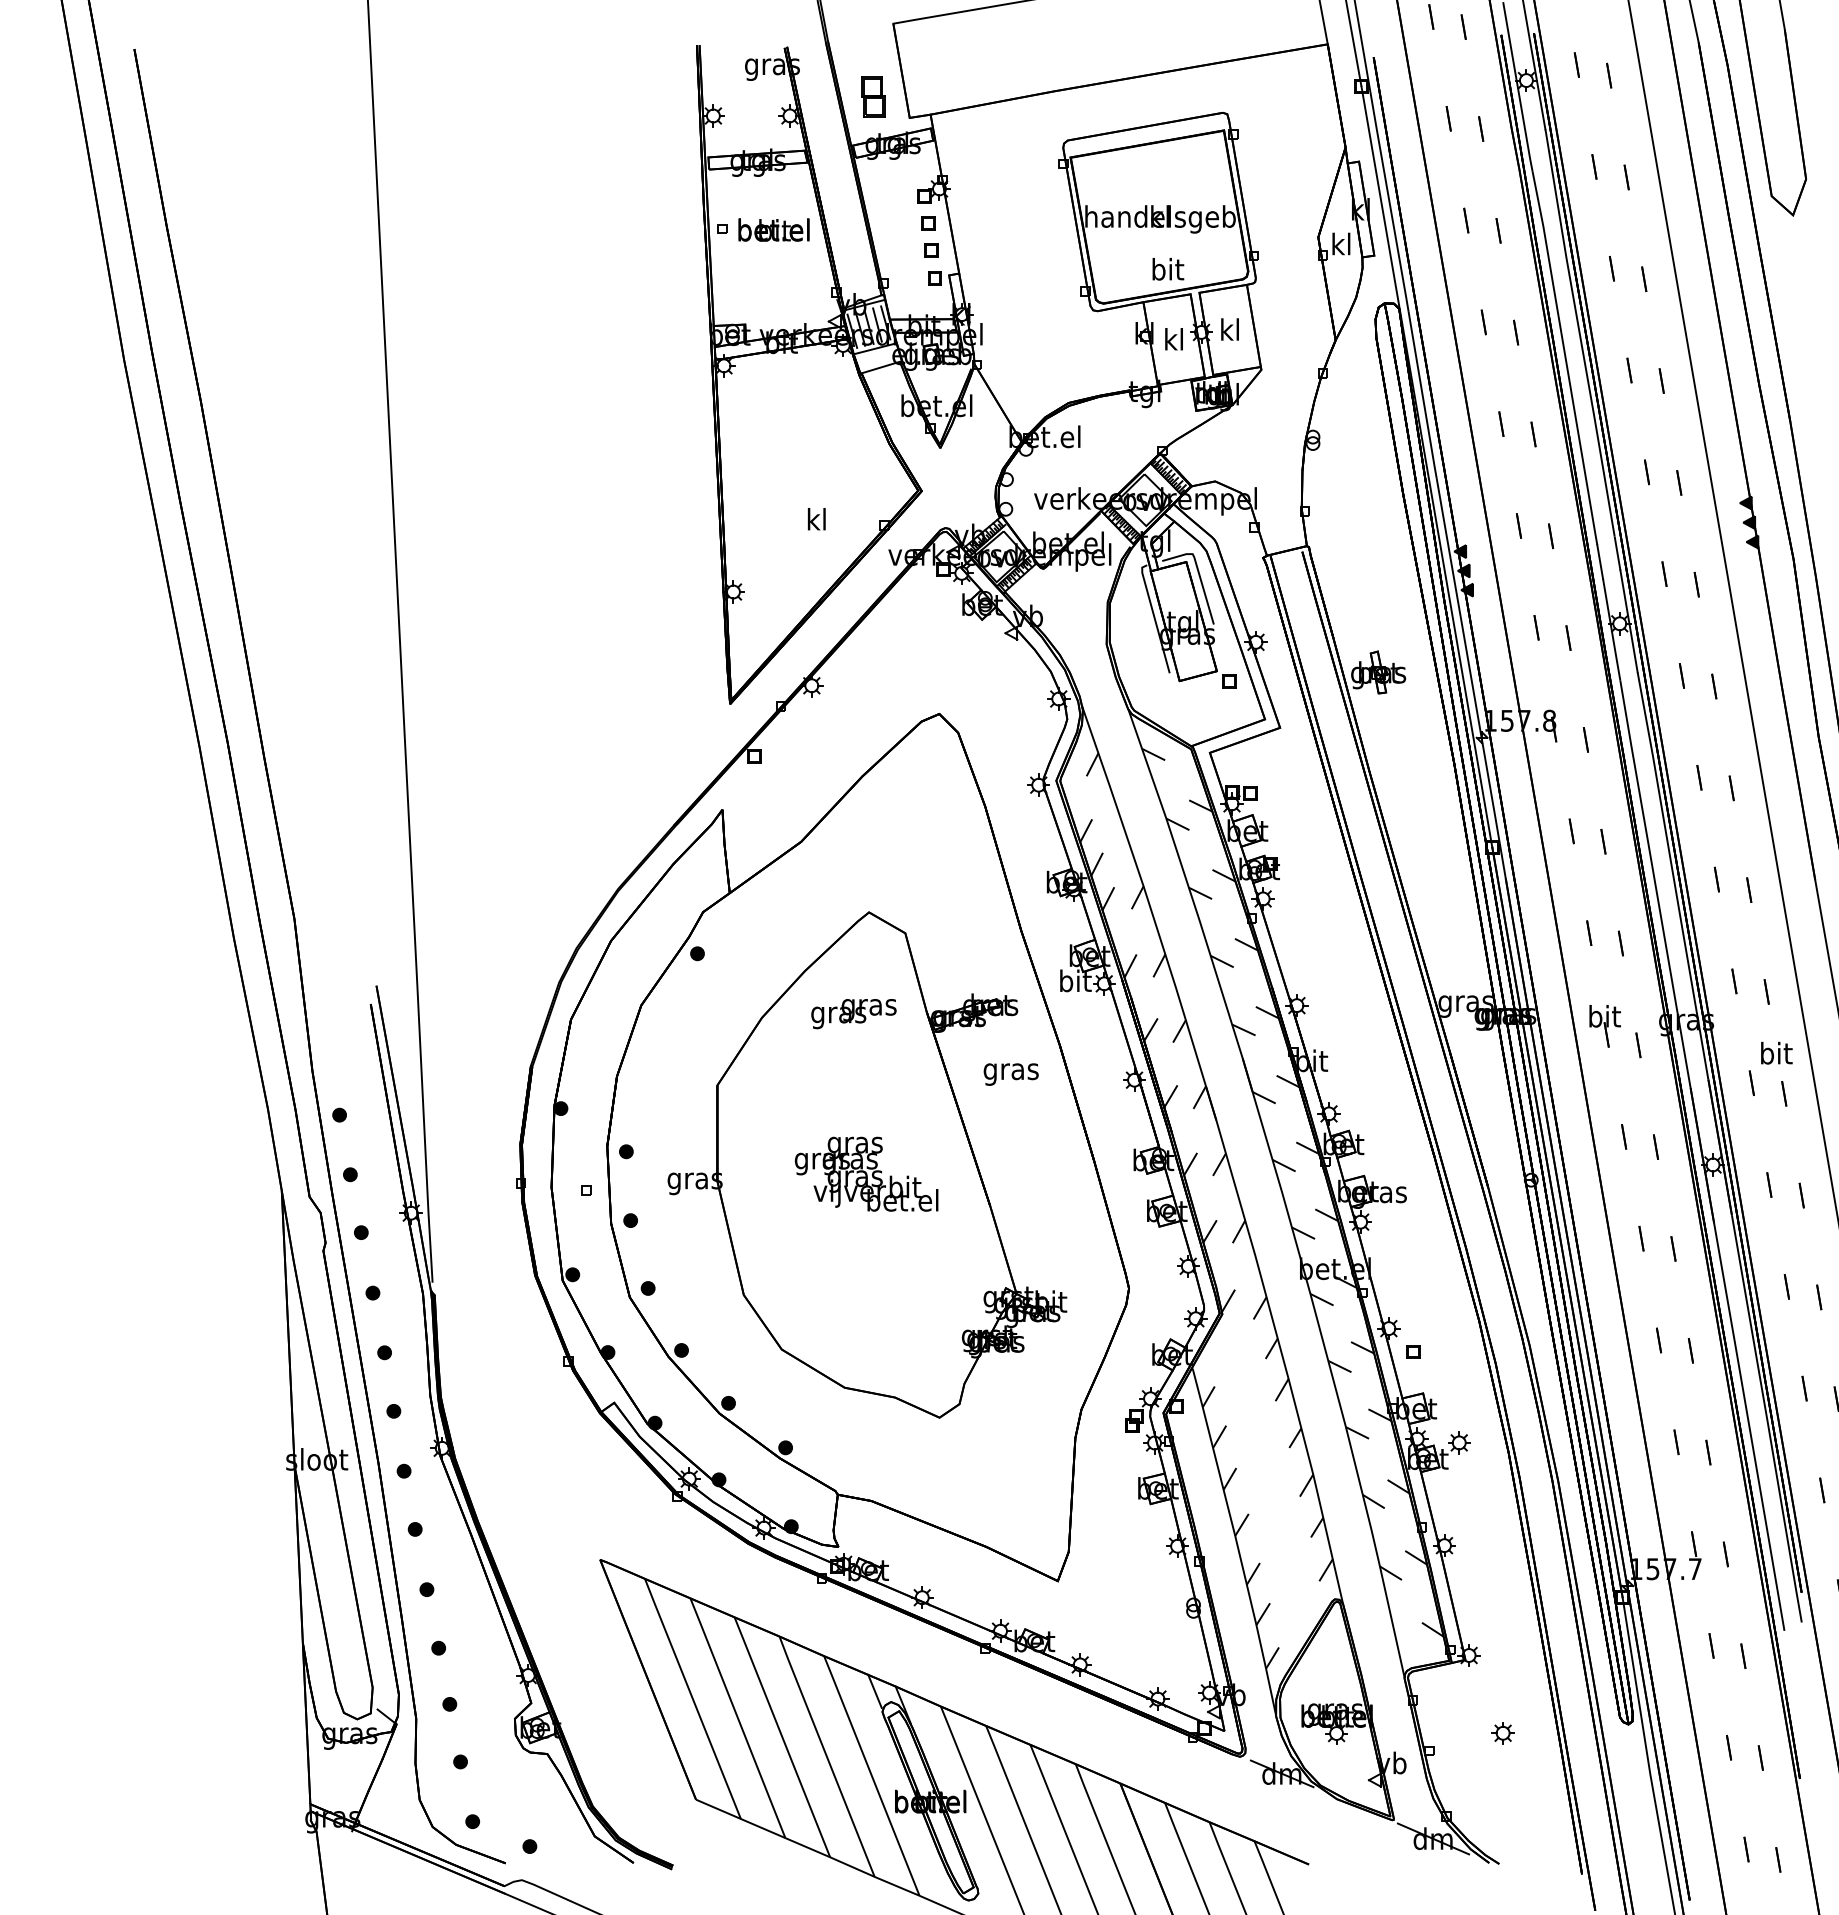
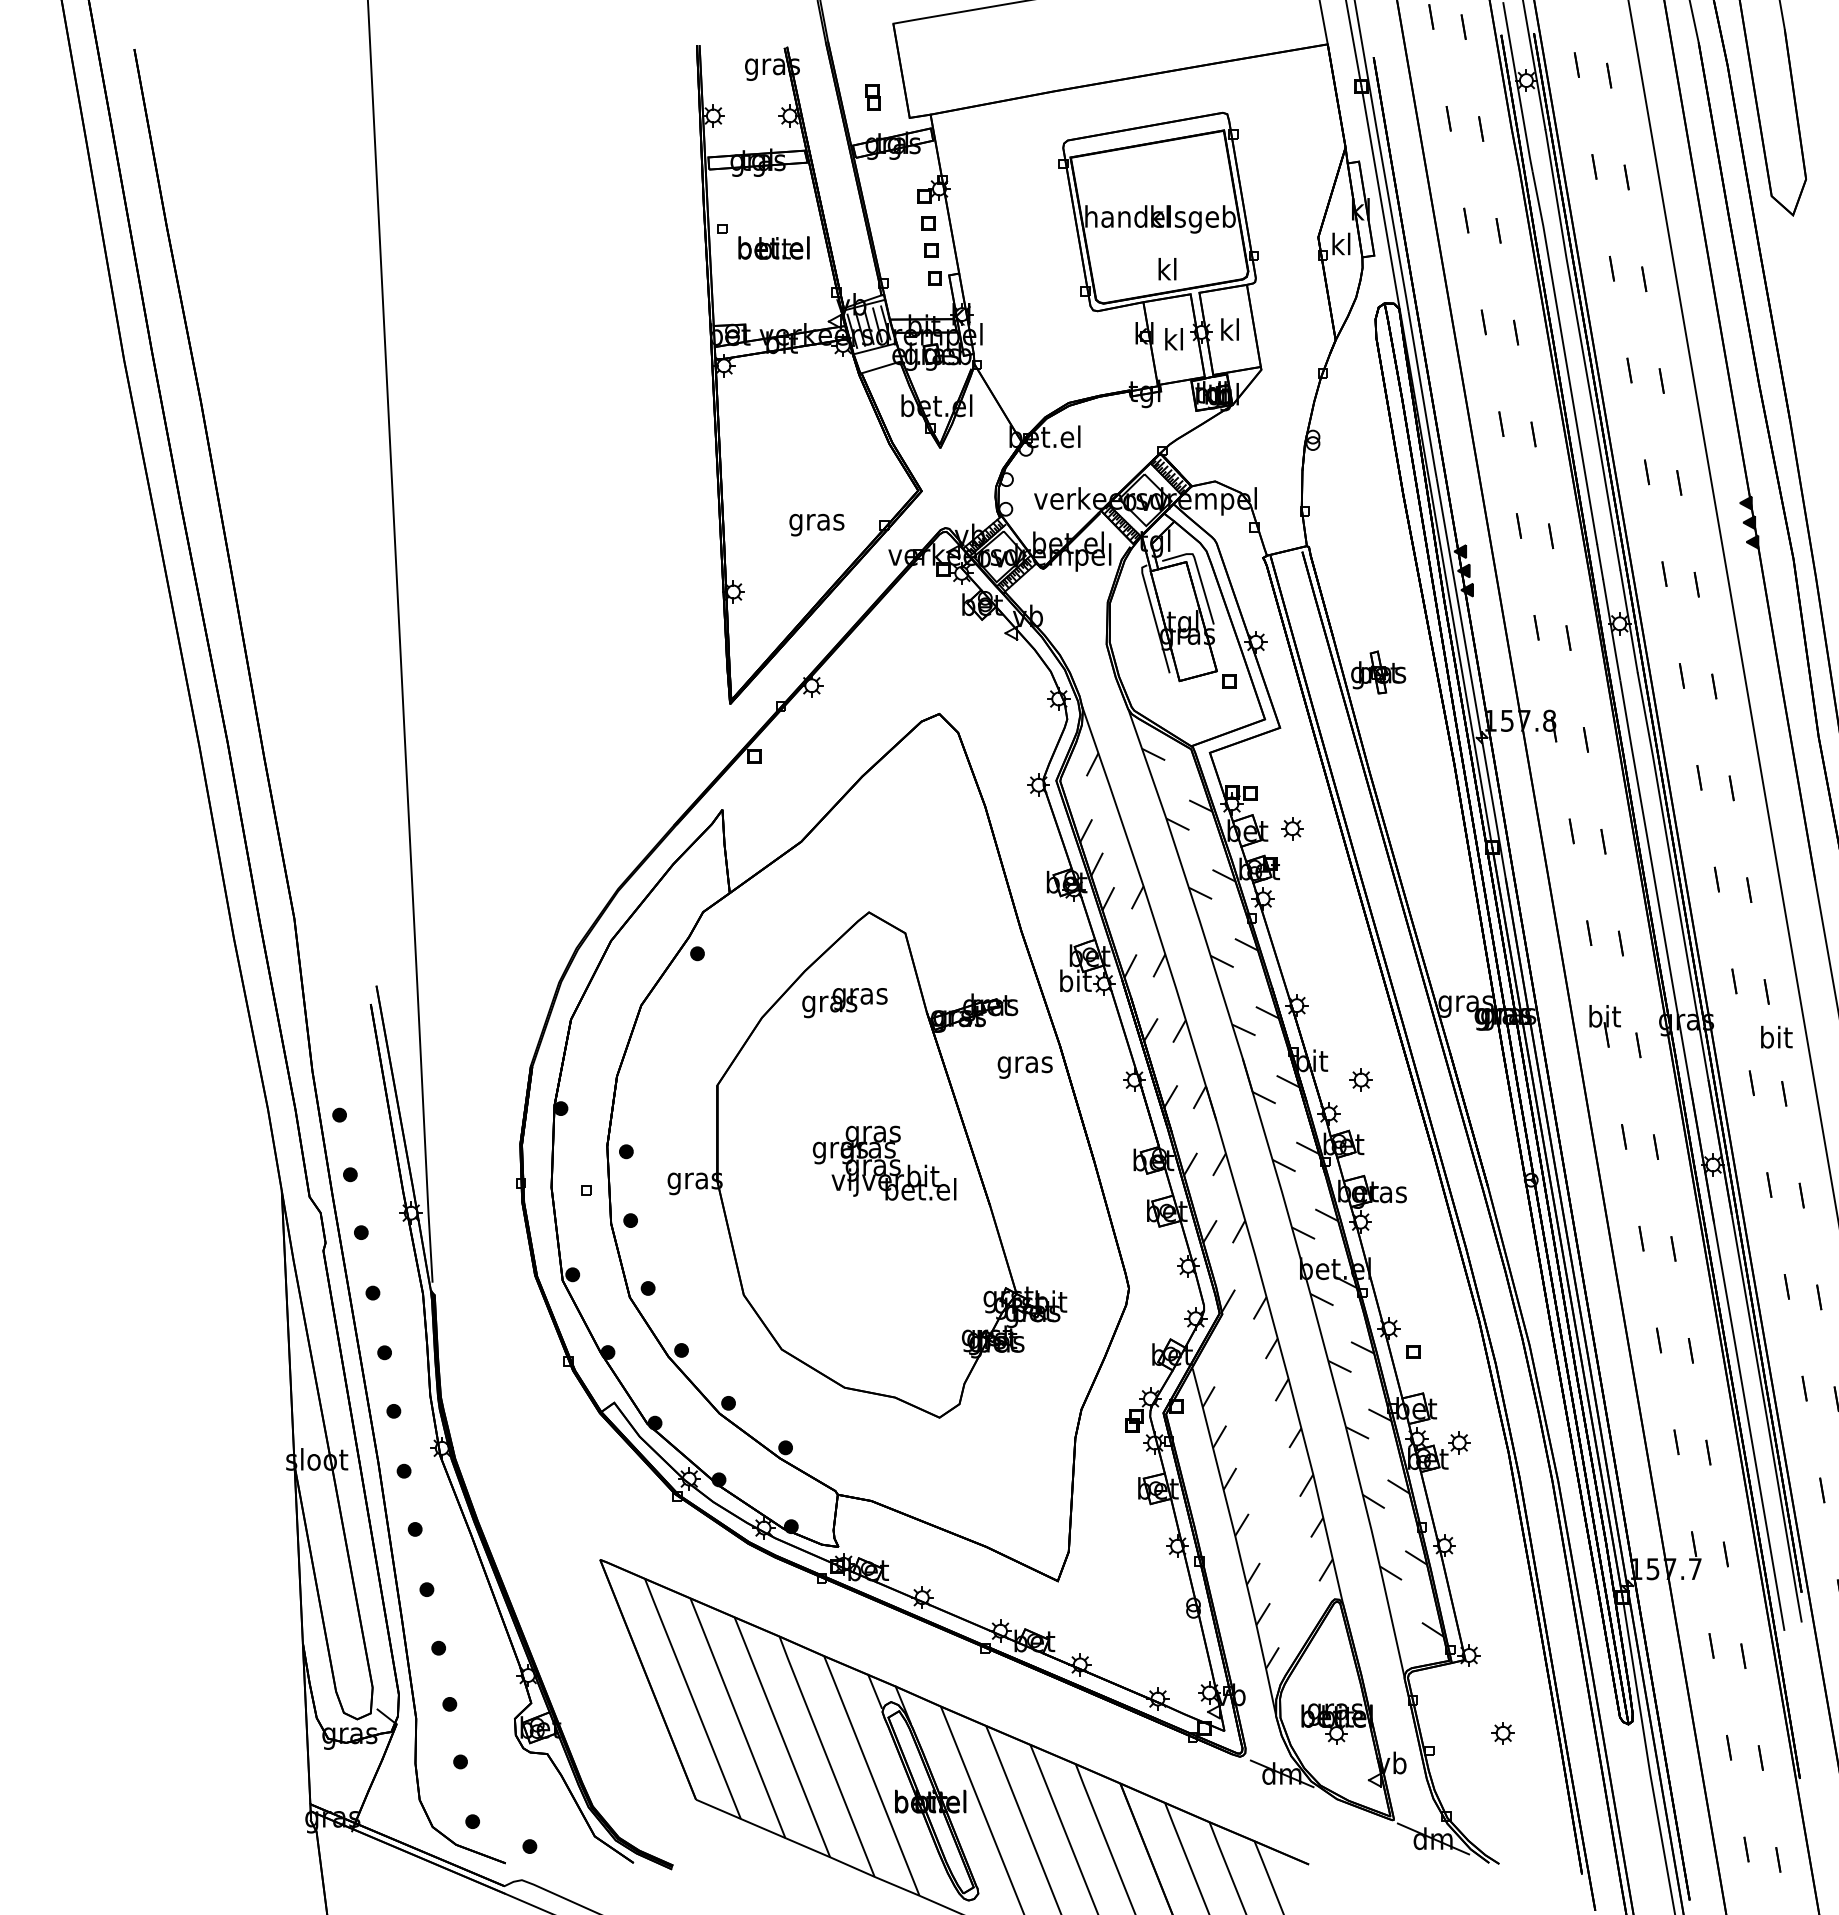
part at (873, 96) size: 25x42 px -> 16x27 px
text at (773, 229) position: (773, 229) -> (773, 247)
text at (1168, 269): bit -> kl
text at (816, 522): kl -> gras
part at (1292, 828): none -> present
text at (853, 1014) position: (853, 1014) -> (844, 1003)
text at (1776, 1052) position: (1776, 1052) -> (1776, 1036)
text at (1010, 1074) position: (1010, 1074) -> (1024, 1067)
part at (1360, 1079): none -> present
text at (866, 1173) position: (866, 1173) -> (884, 1162)
